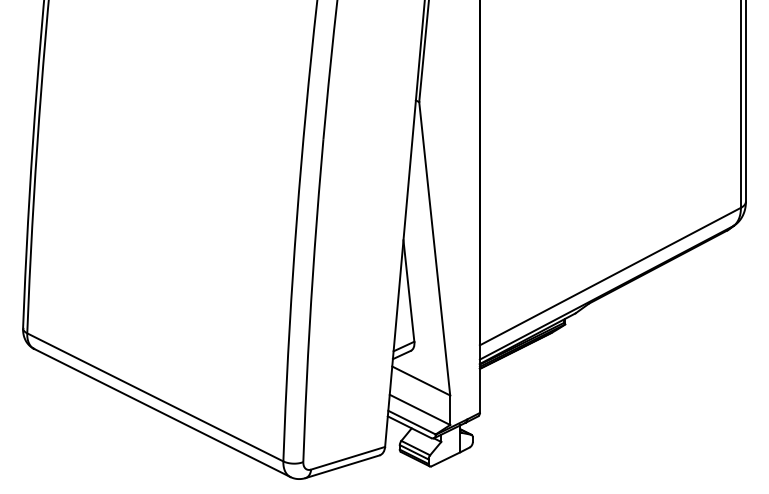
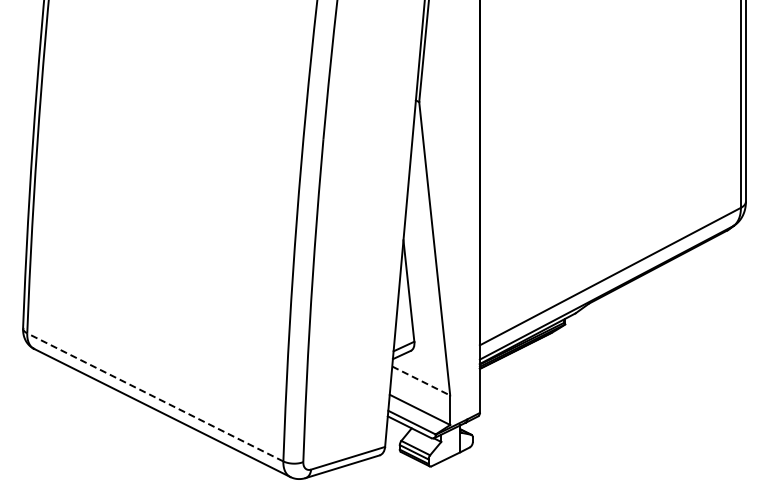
line at (421, 381): solid -> dashed
line at (154, 397): solid -> dashed
